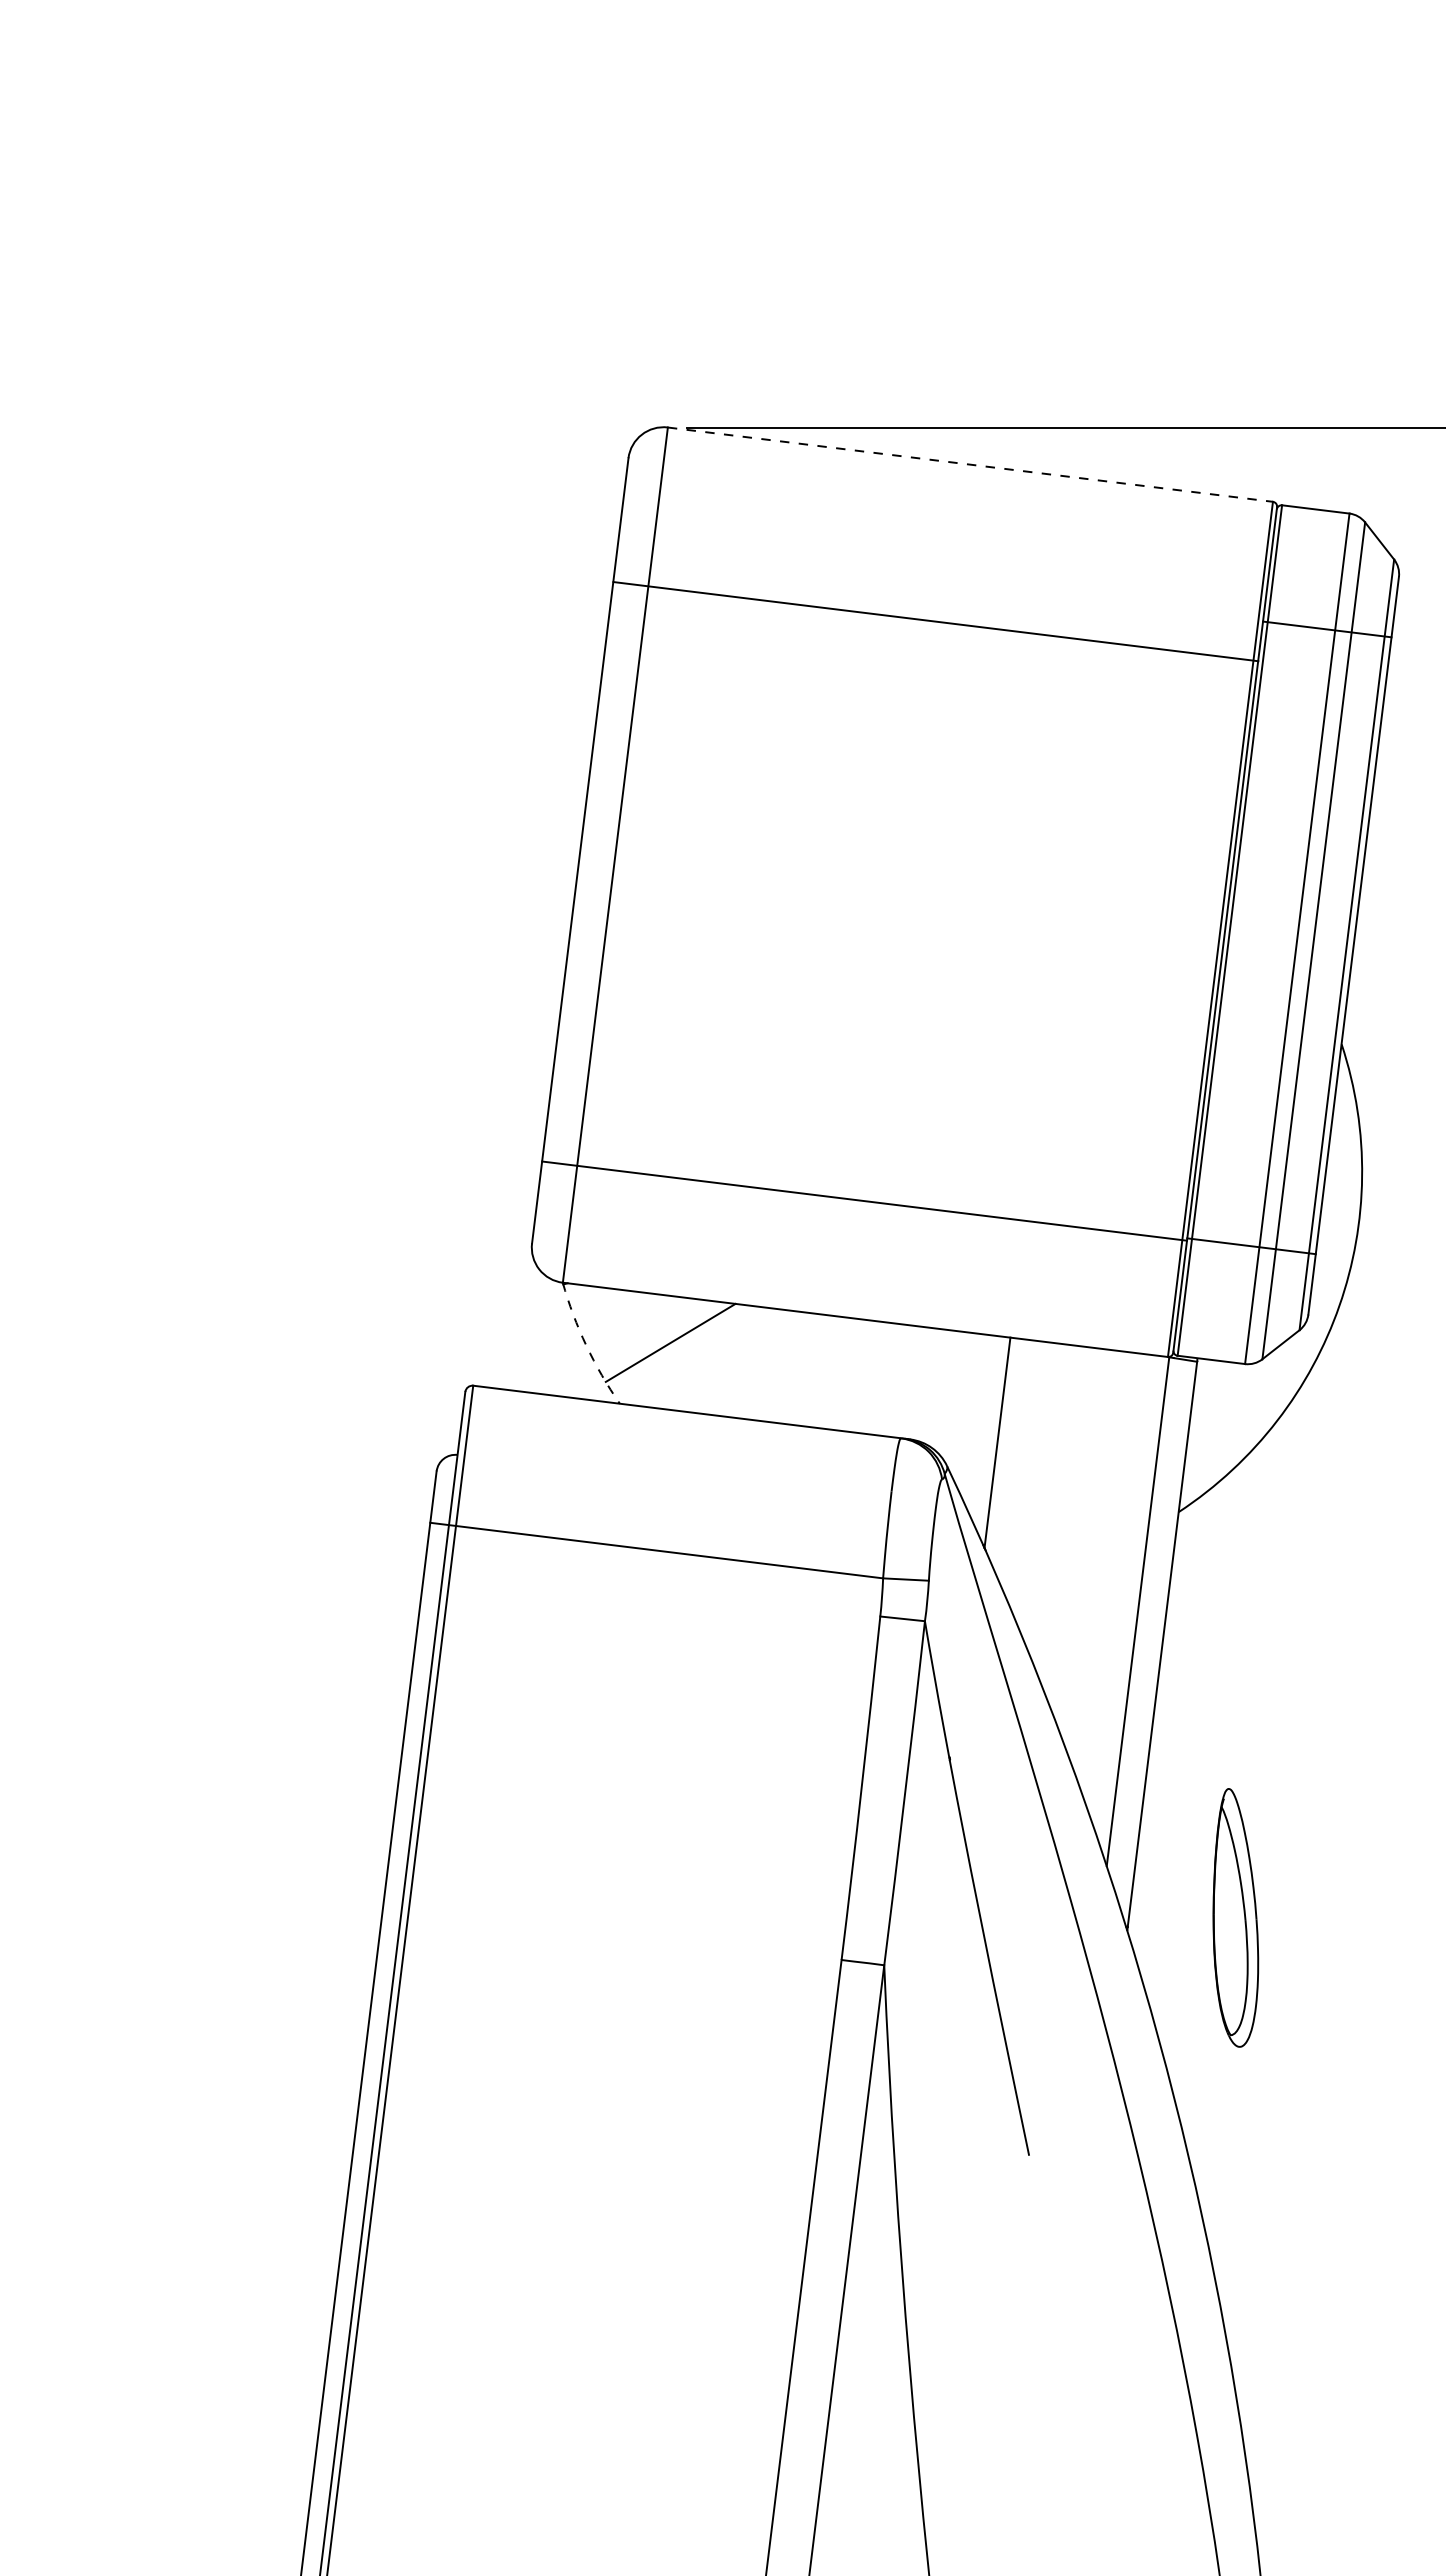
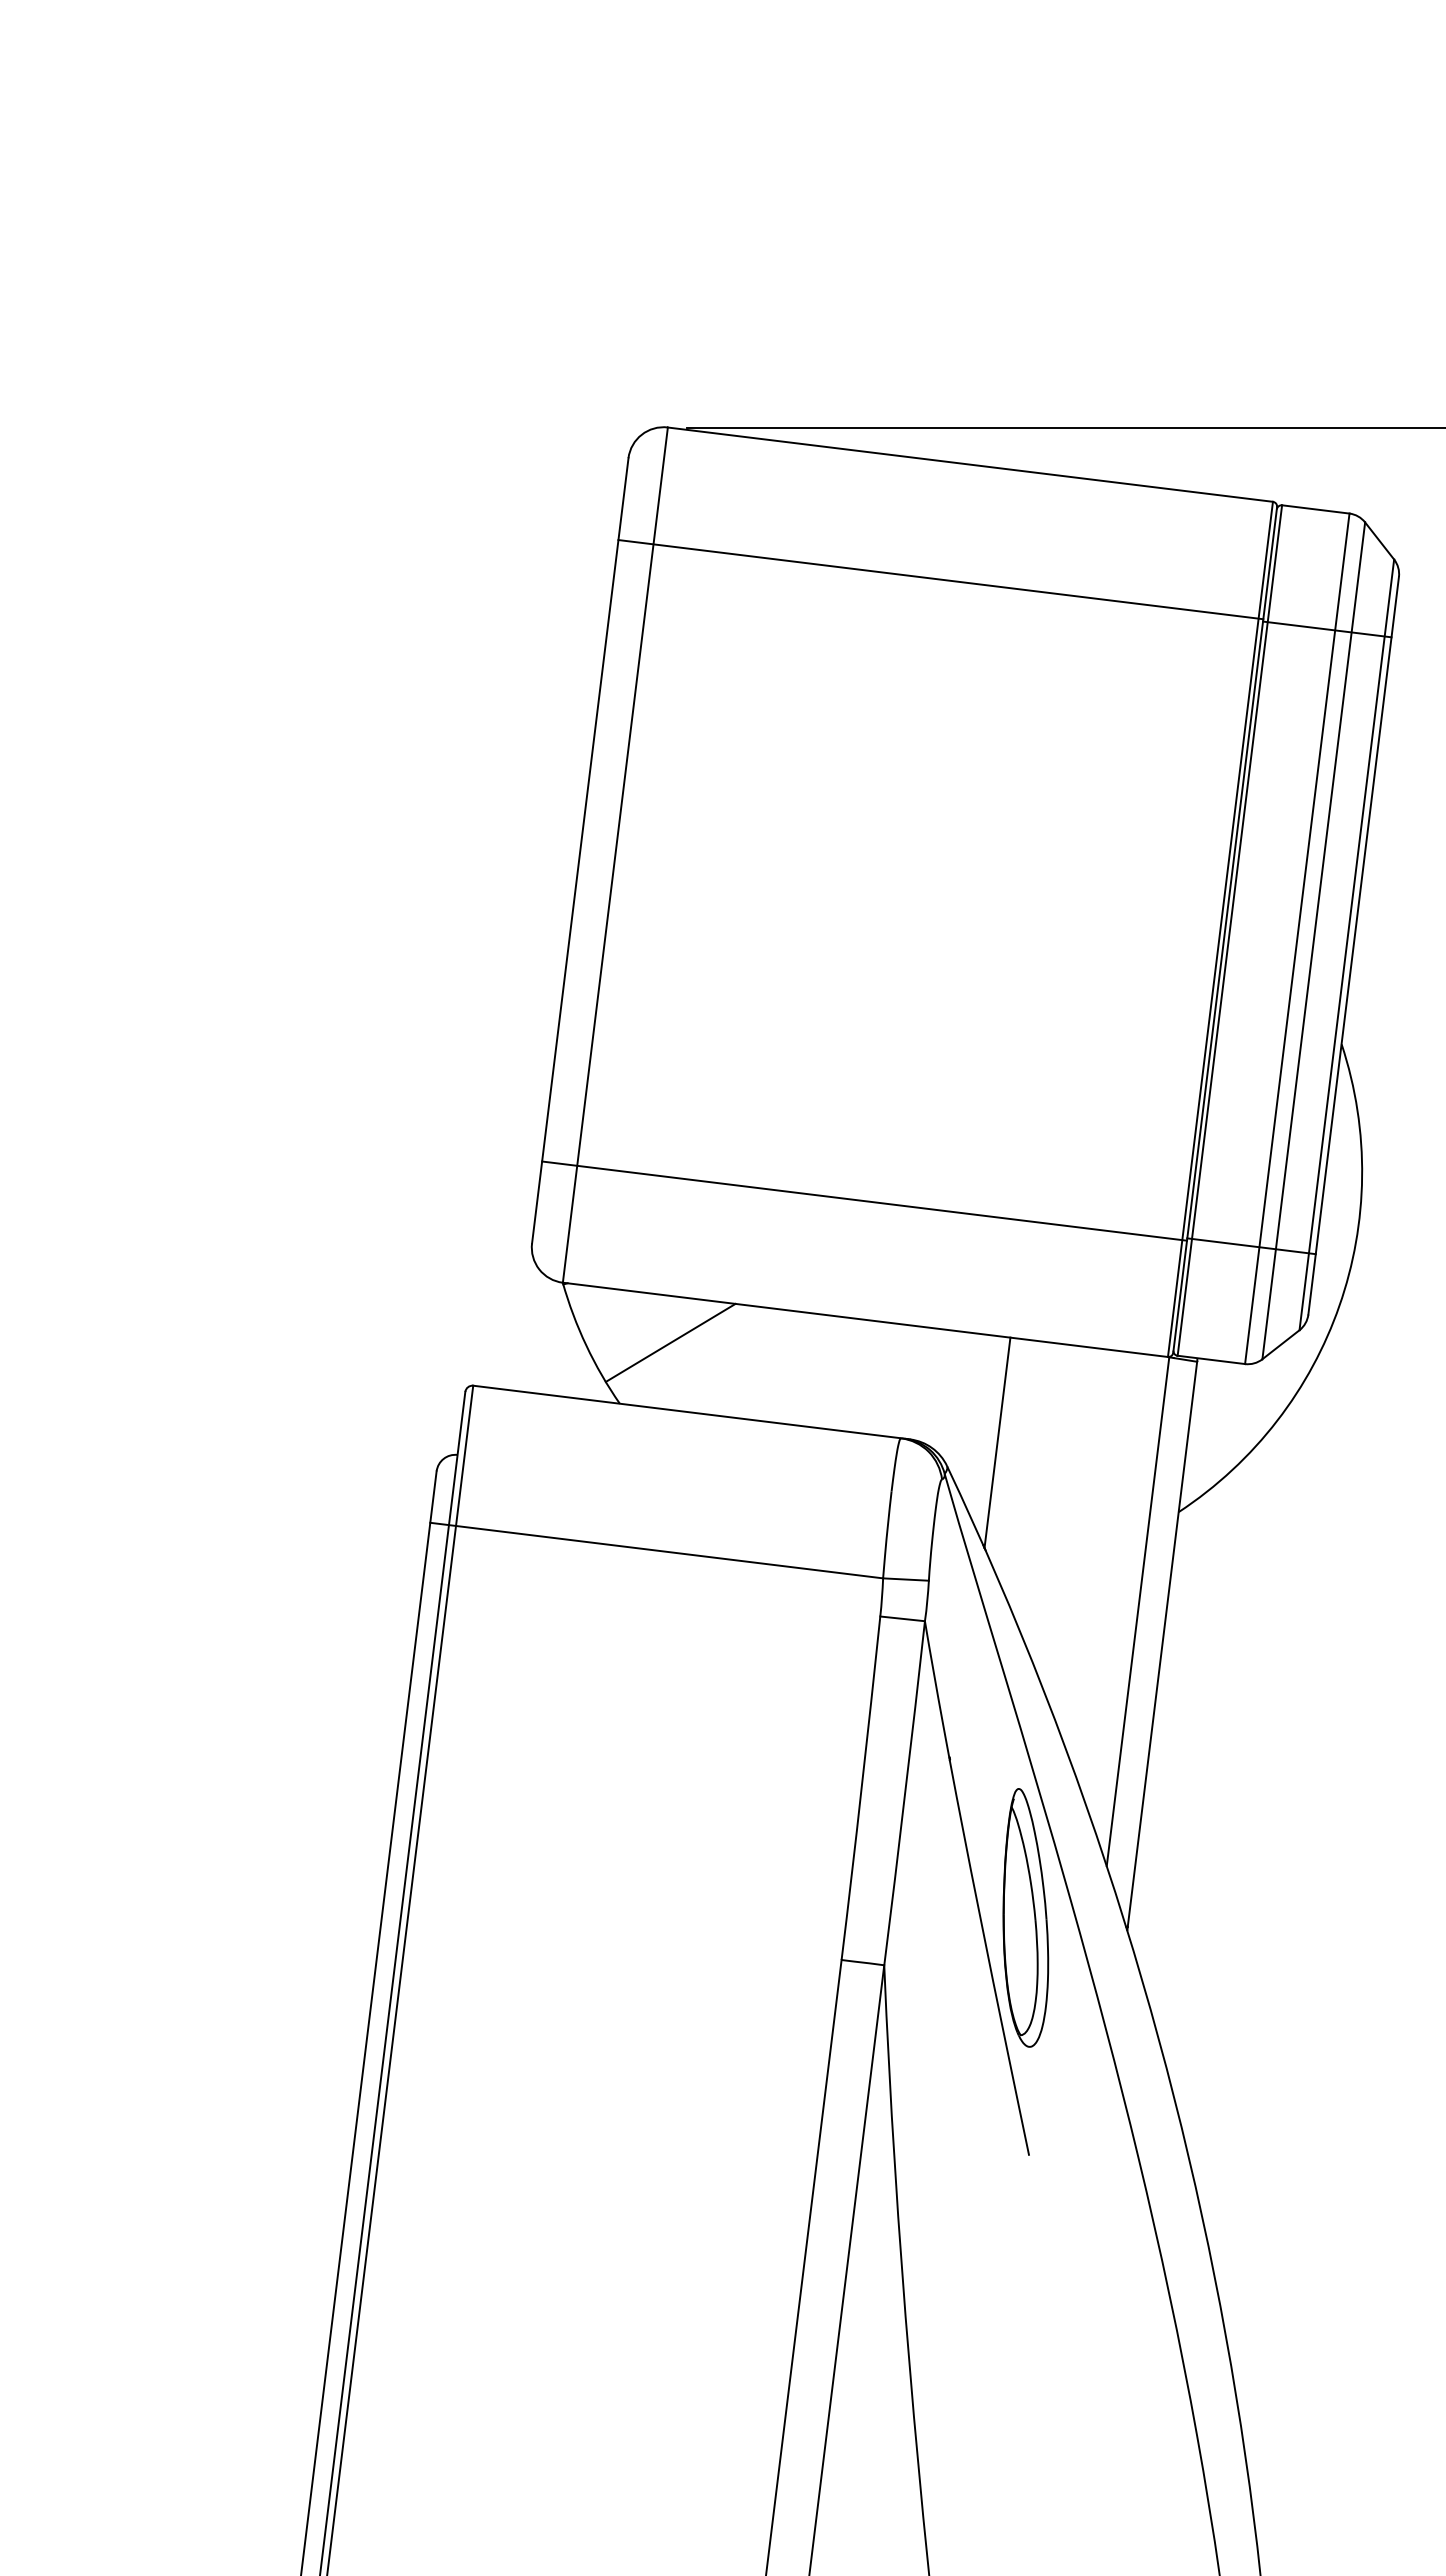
line at (970, 464): dashed -> solid
line at (935, 621) position: (935, 621) -> (940, 579)
arc at (586, 1345): dashed -> solid
part at (1235, 1917) position: (1235, 1917) -> (1025, 1917)
